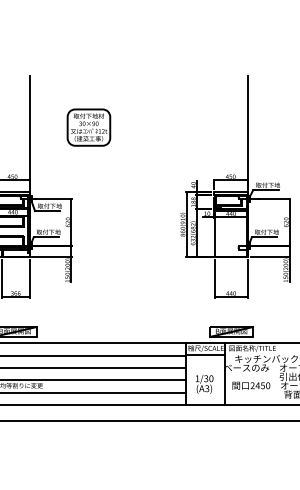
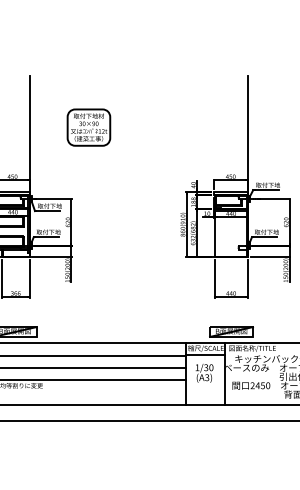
text at (204, 384) position: (204, 384) -> (204, 373)
line at (93, 392): present -> none
